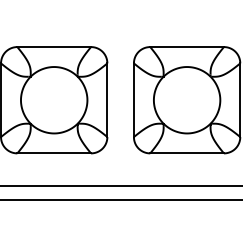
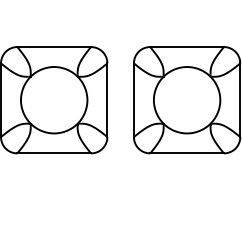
line at (120, 185): present -> none
line at (120, 199): present -> none
